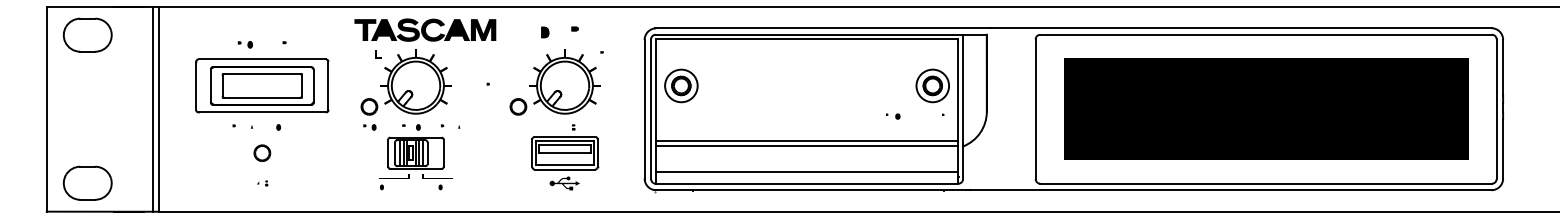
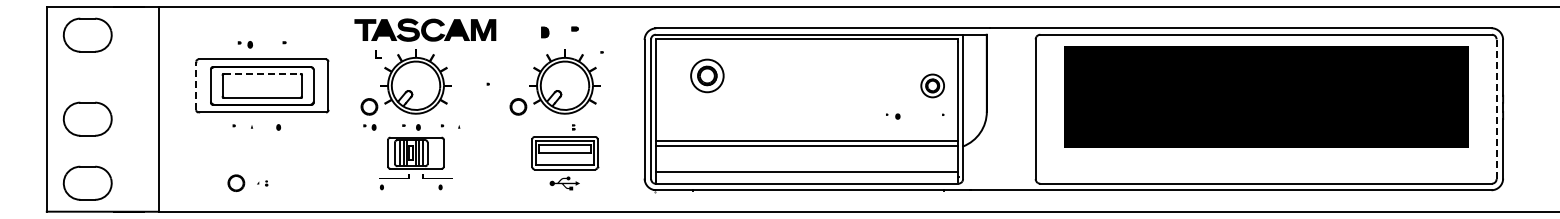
line at (262, 74): solid -> dashed
line at (196, 85): solid -> dashed
part at (681, 85) position: (681, 85) -> (707, 75)
part at (932, 85) size: 35x36 px -> 25x26 px
line at (152, 108): present -> none
part at (1266, 108) position: (1266, 108) -> (1266, 96)
line at (1496, 109): solid -> dashed
part at (87, 118): none -> present
part at (262, 152) position: (262, 152) -> (236, 182)
